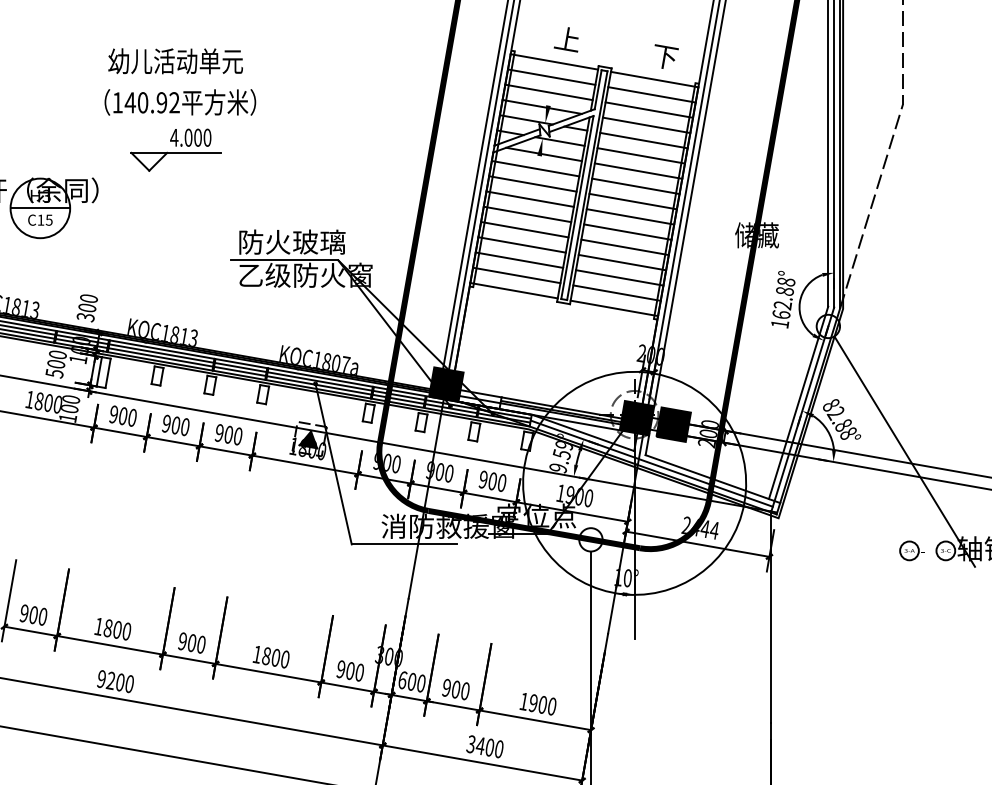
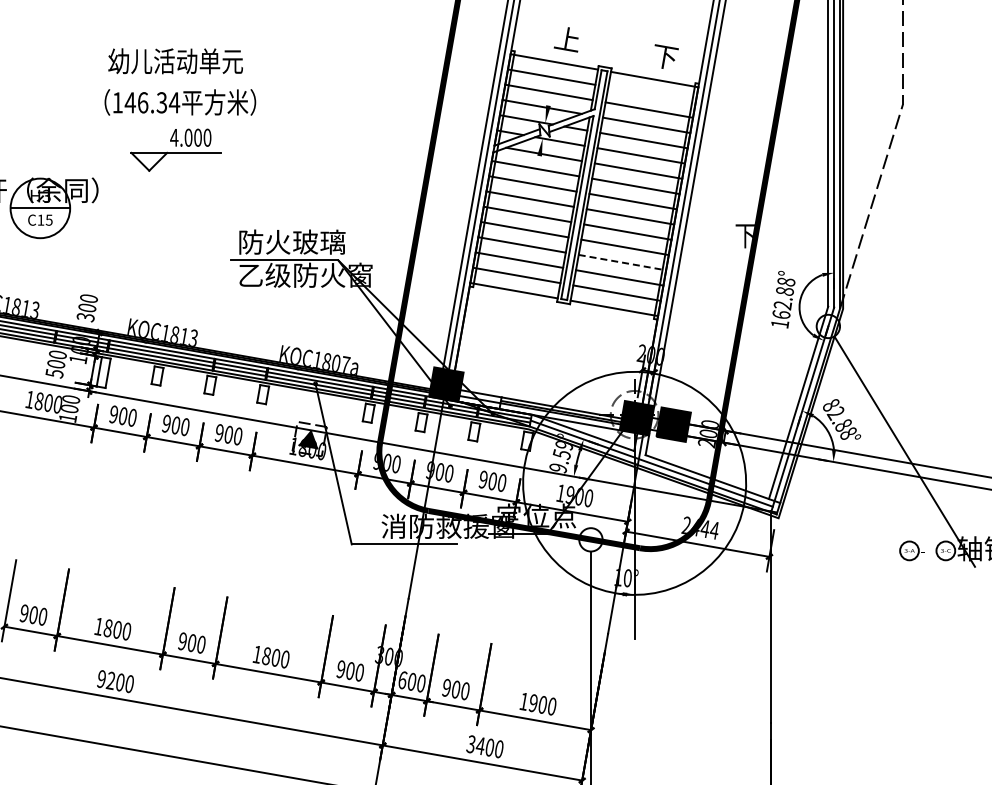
line at (651, 94): present -> none
text at (159, 102): 140.92 -> 146.34
text at (757, 235): 储藏 -> 下
line at (622, 262): solid -> dashed
